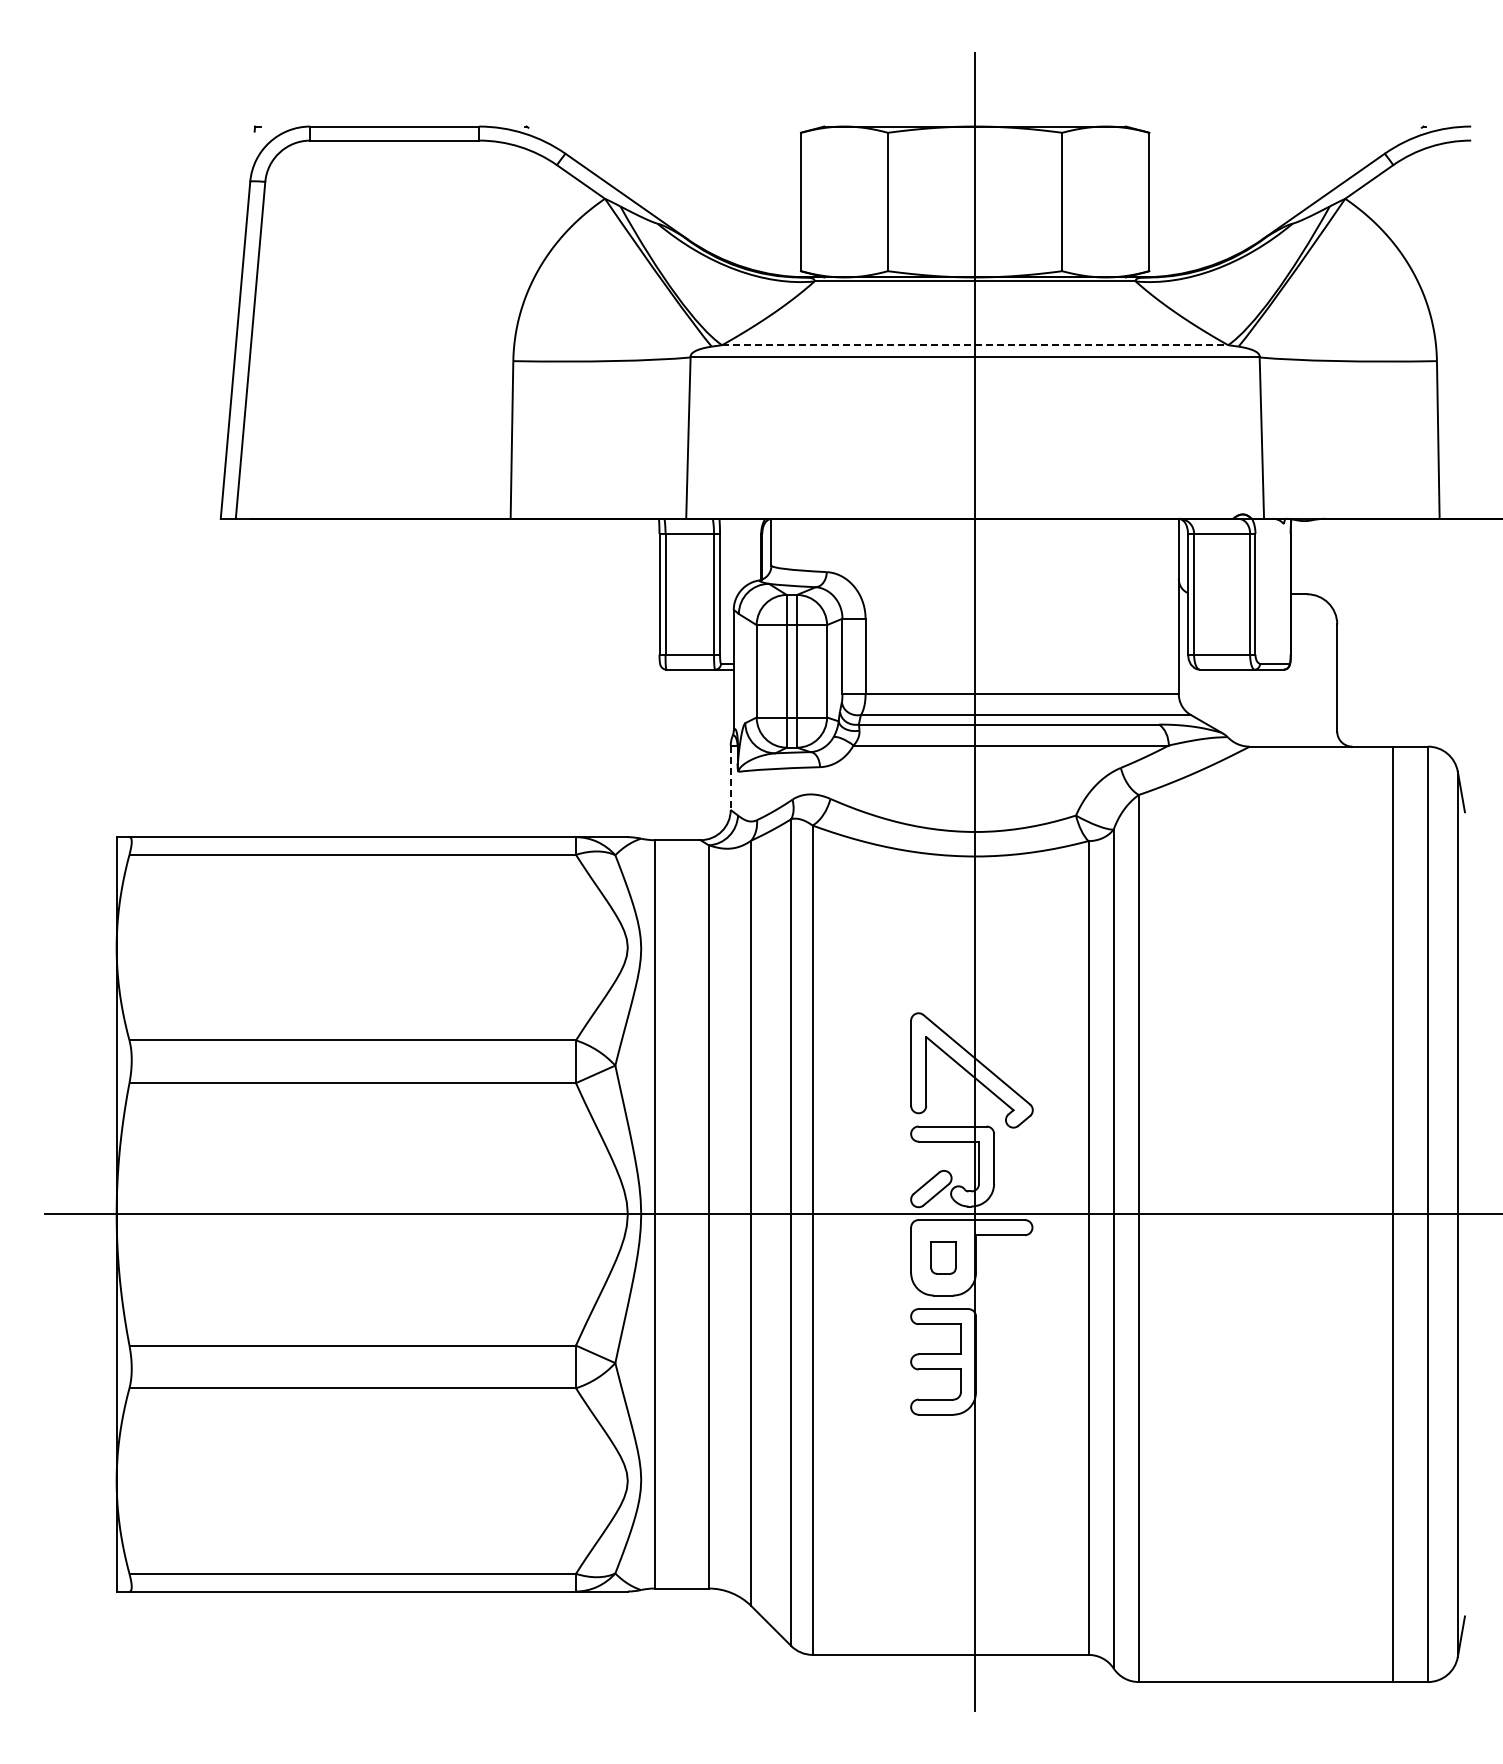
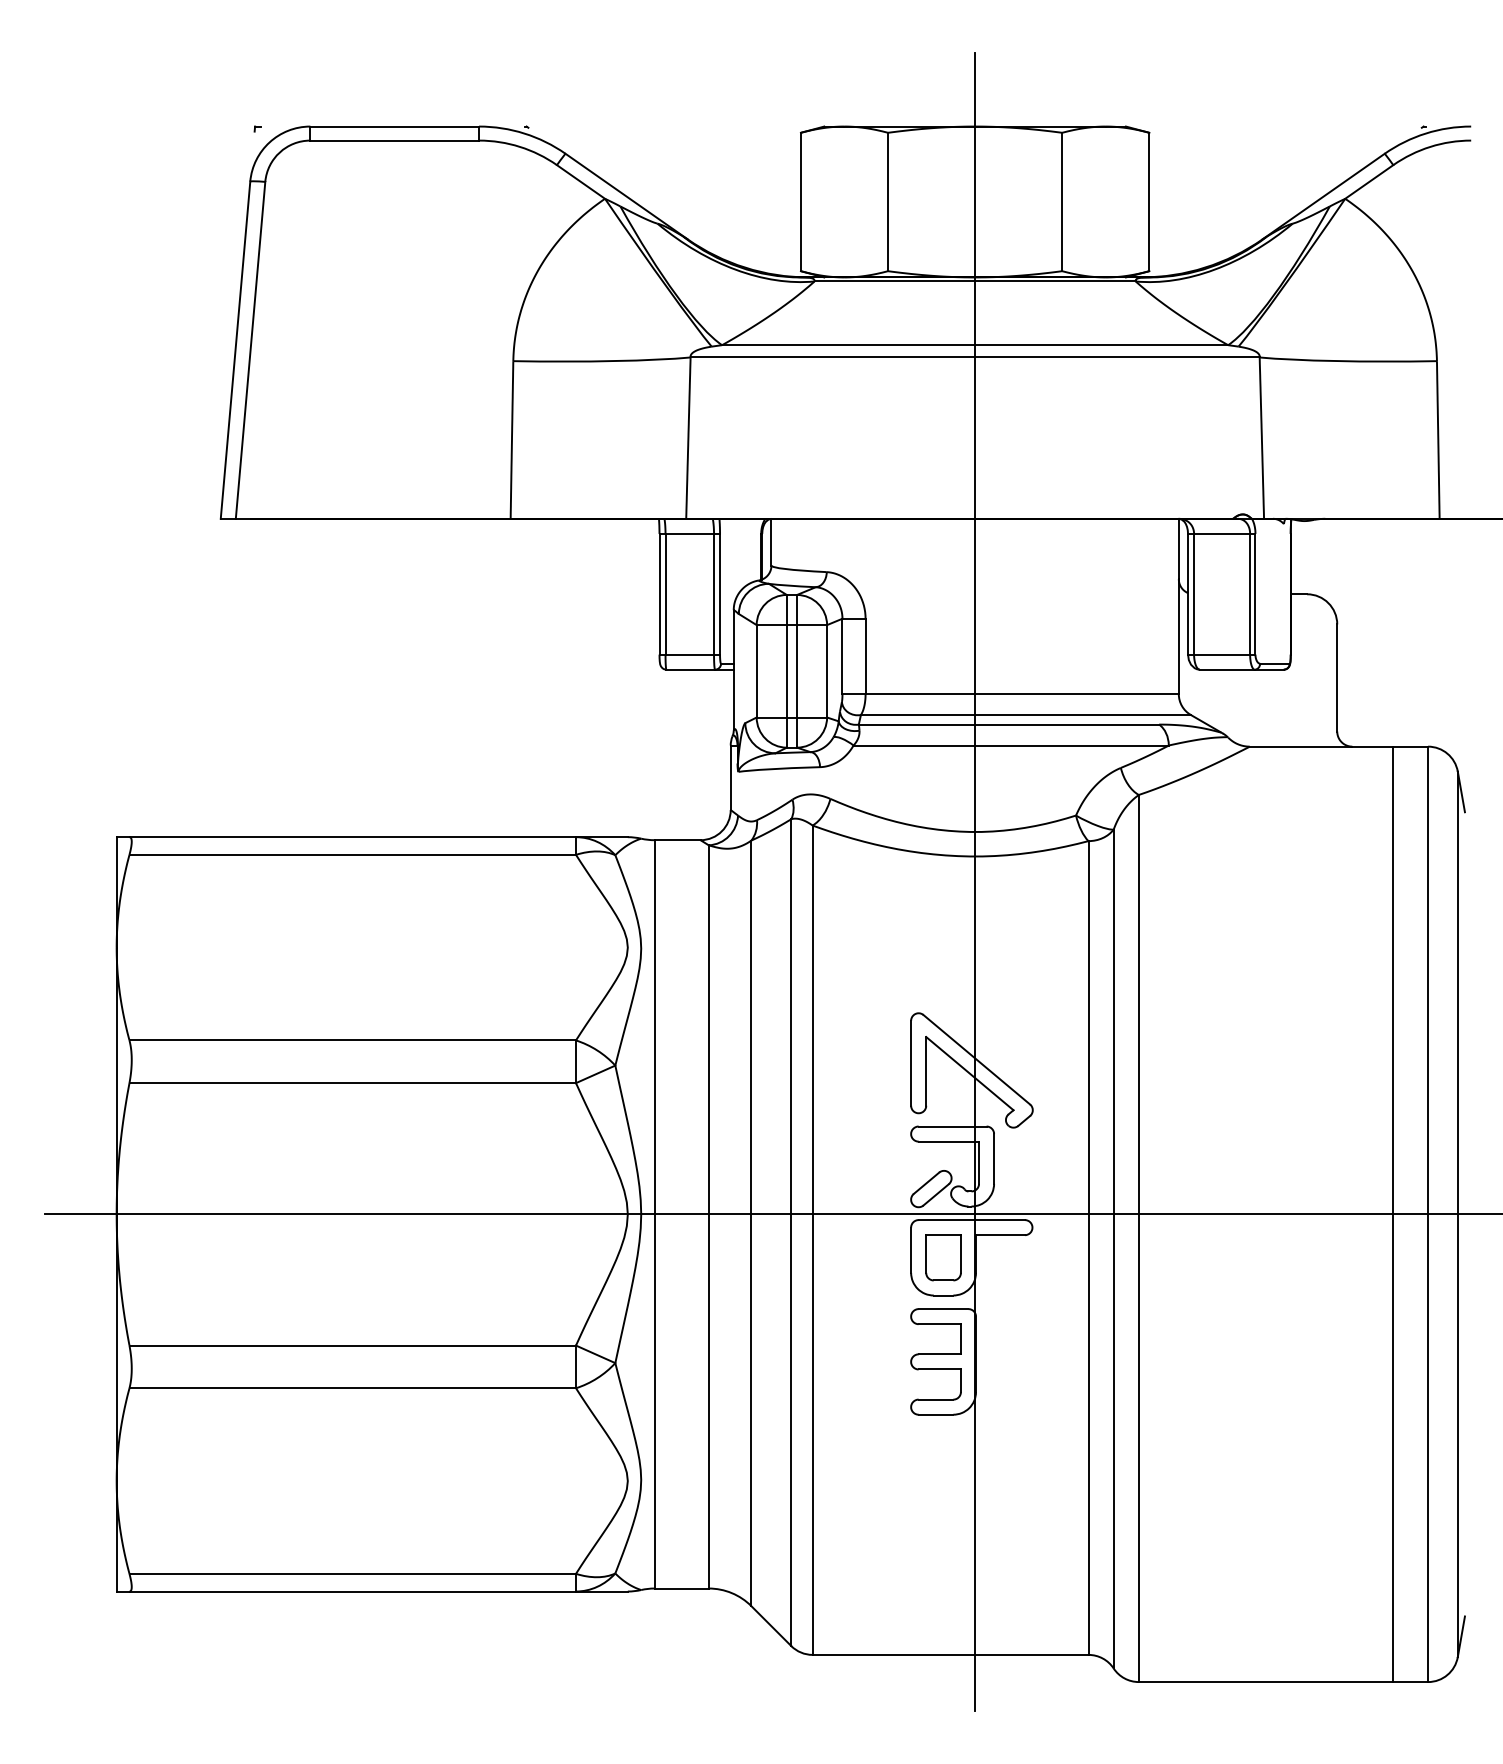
line at (975, 345): dashed -> solid
line at (730, 778): dashed -> solid
part at (943, 1257) size: 27x34 px -> 37x48 px
